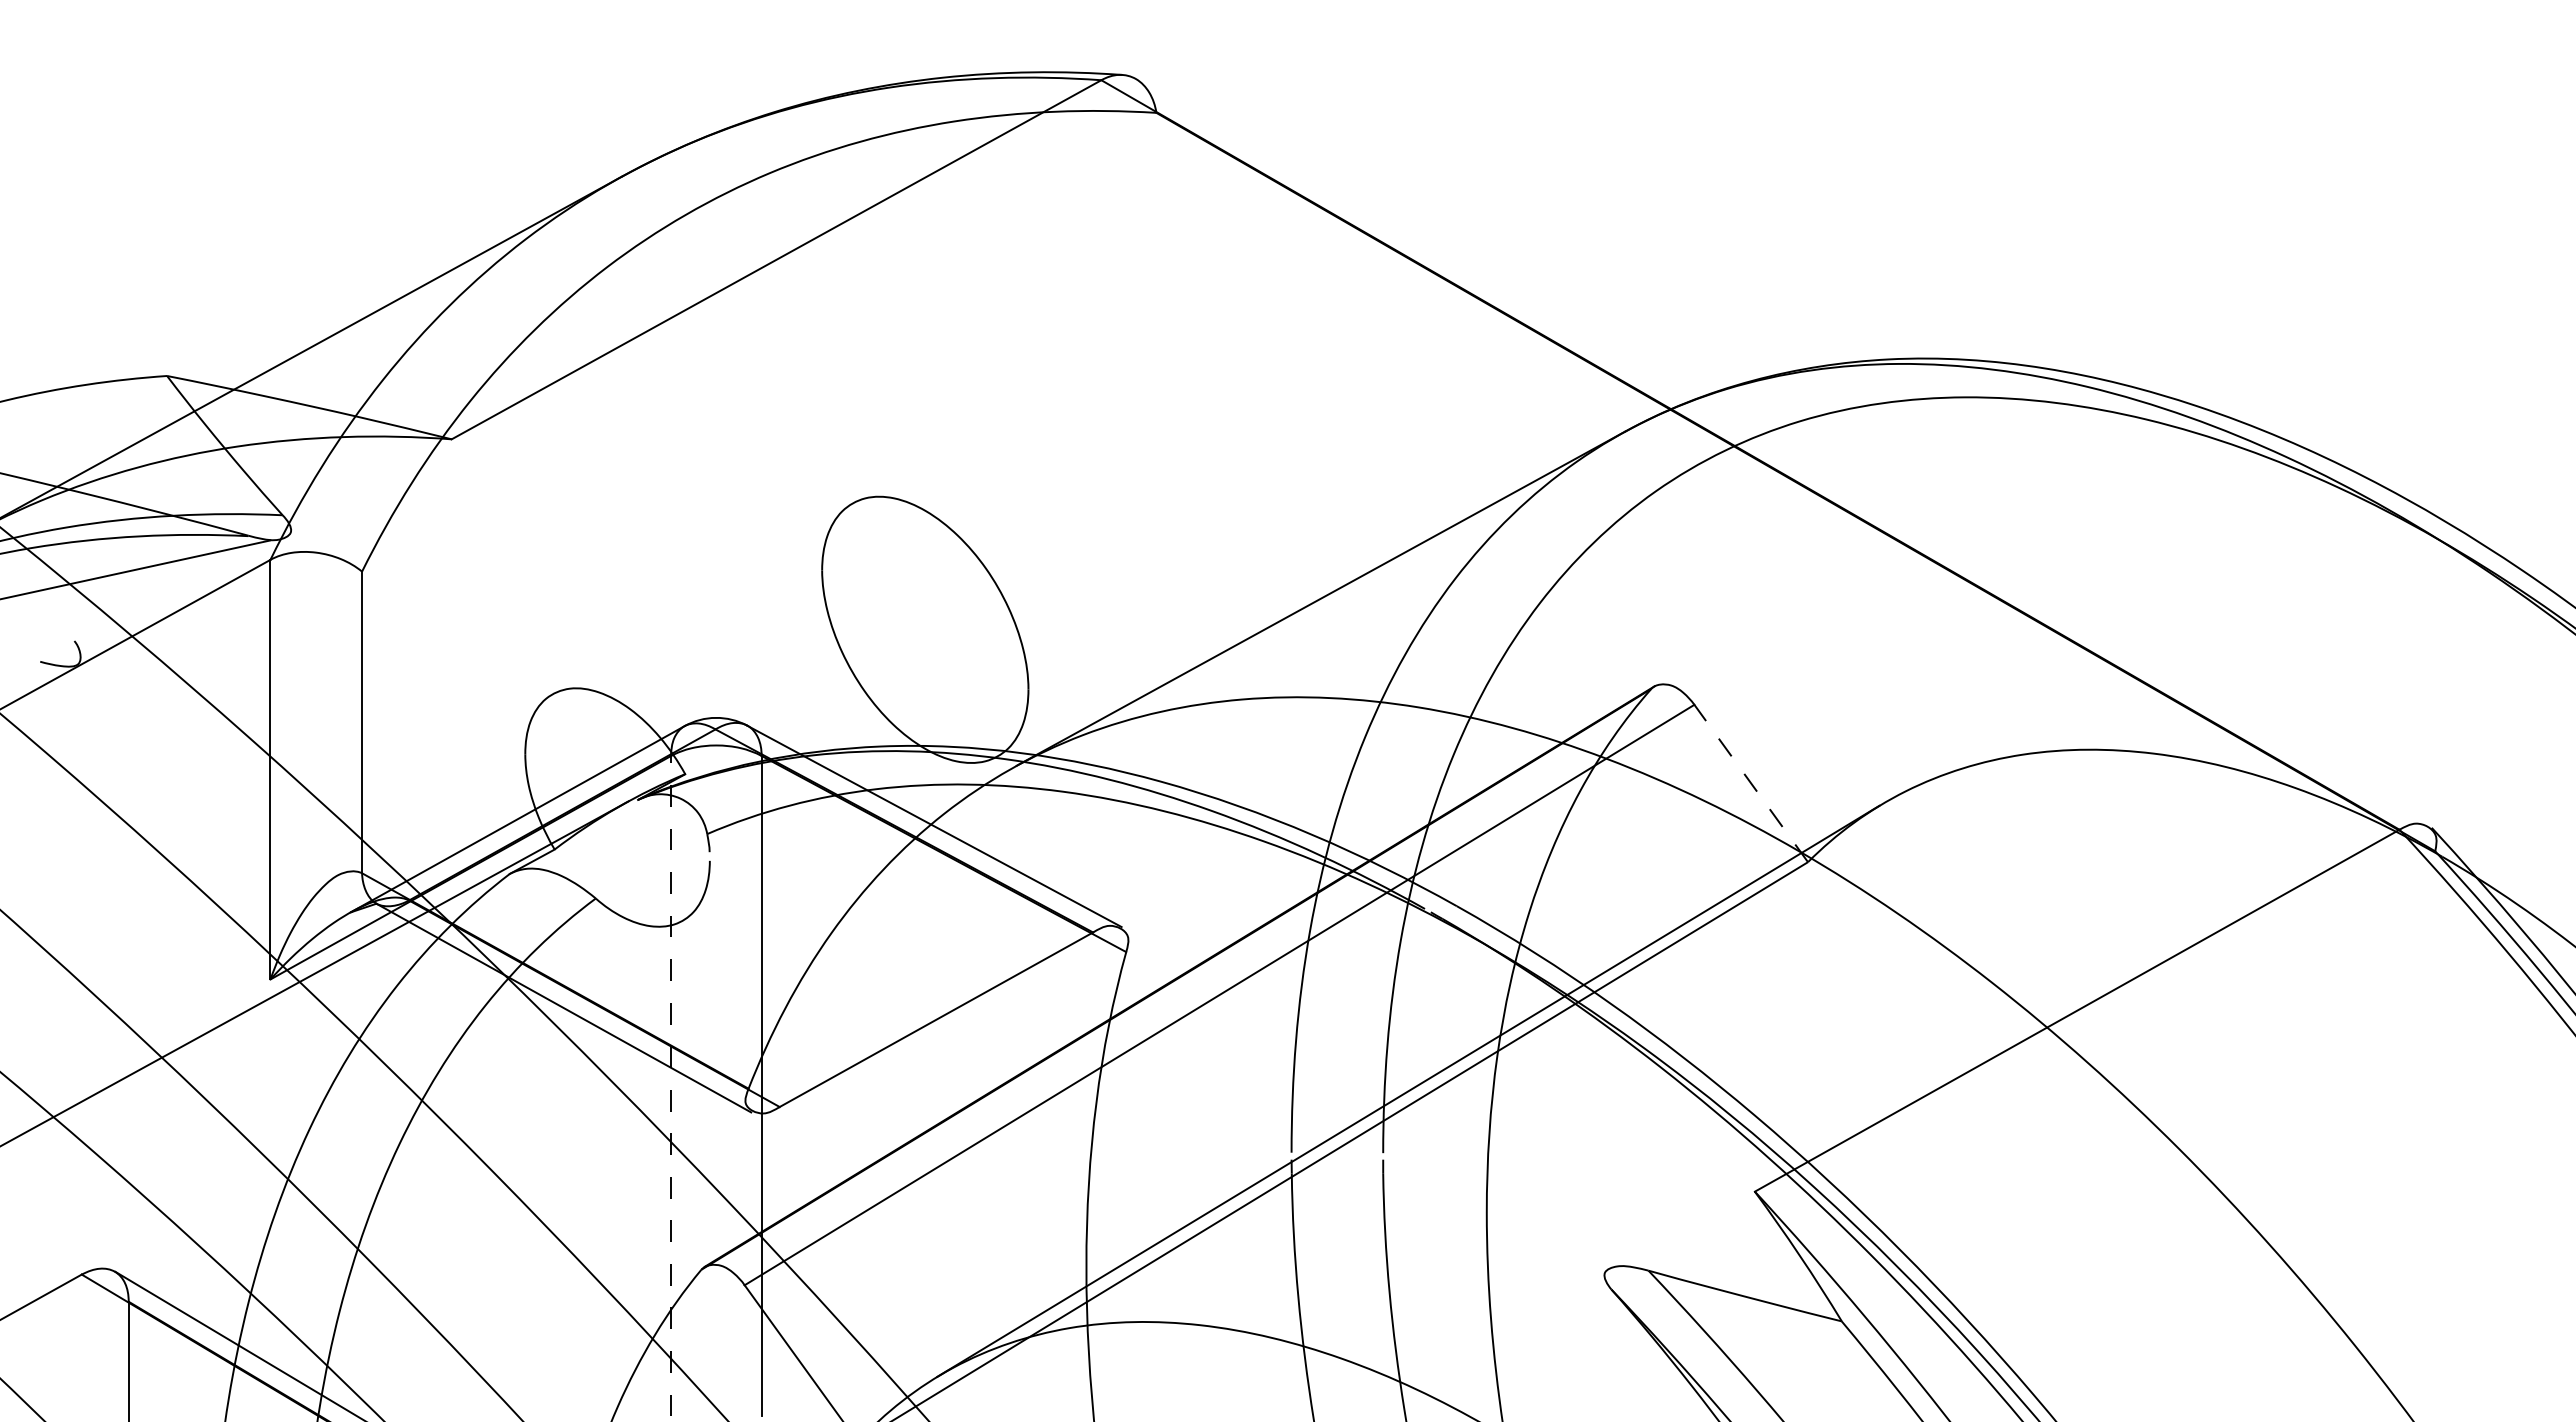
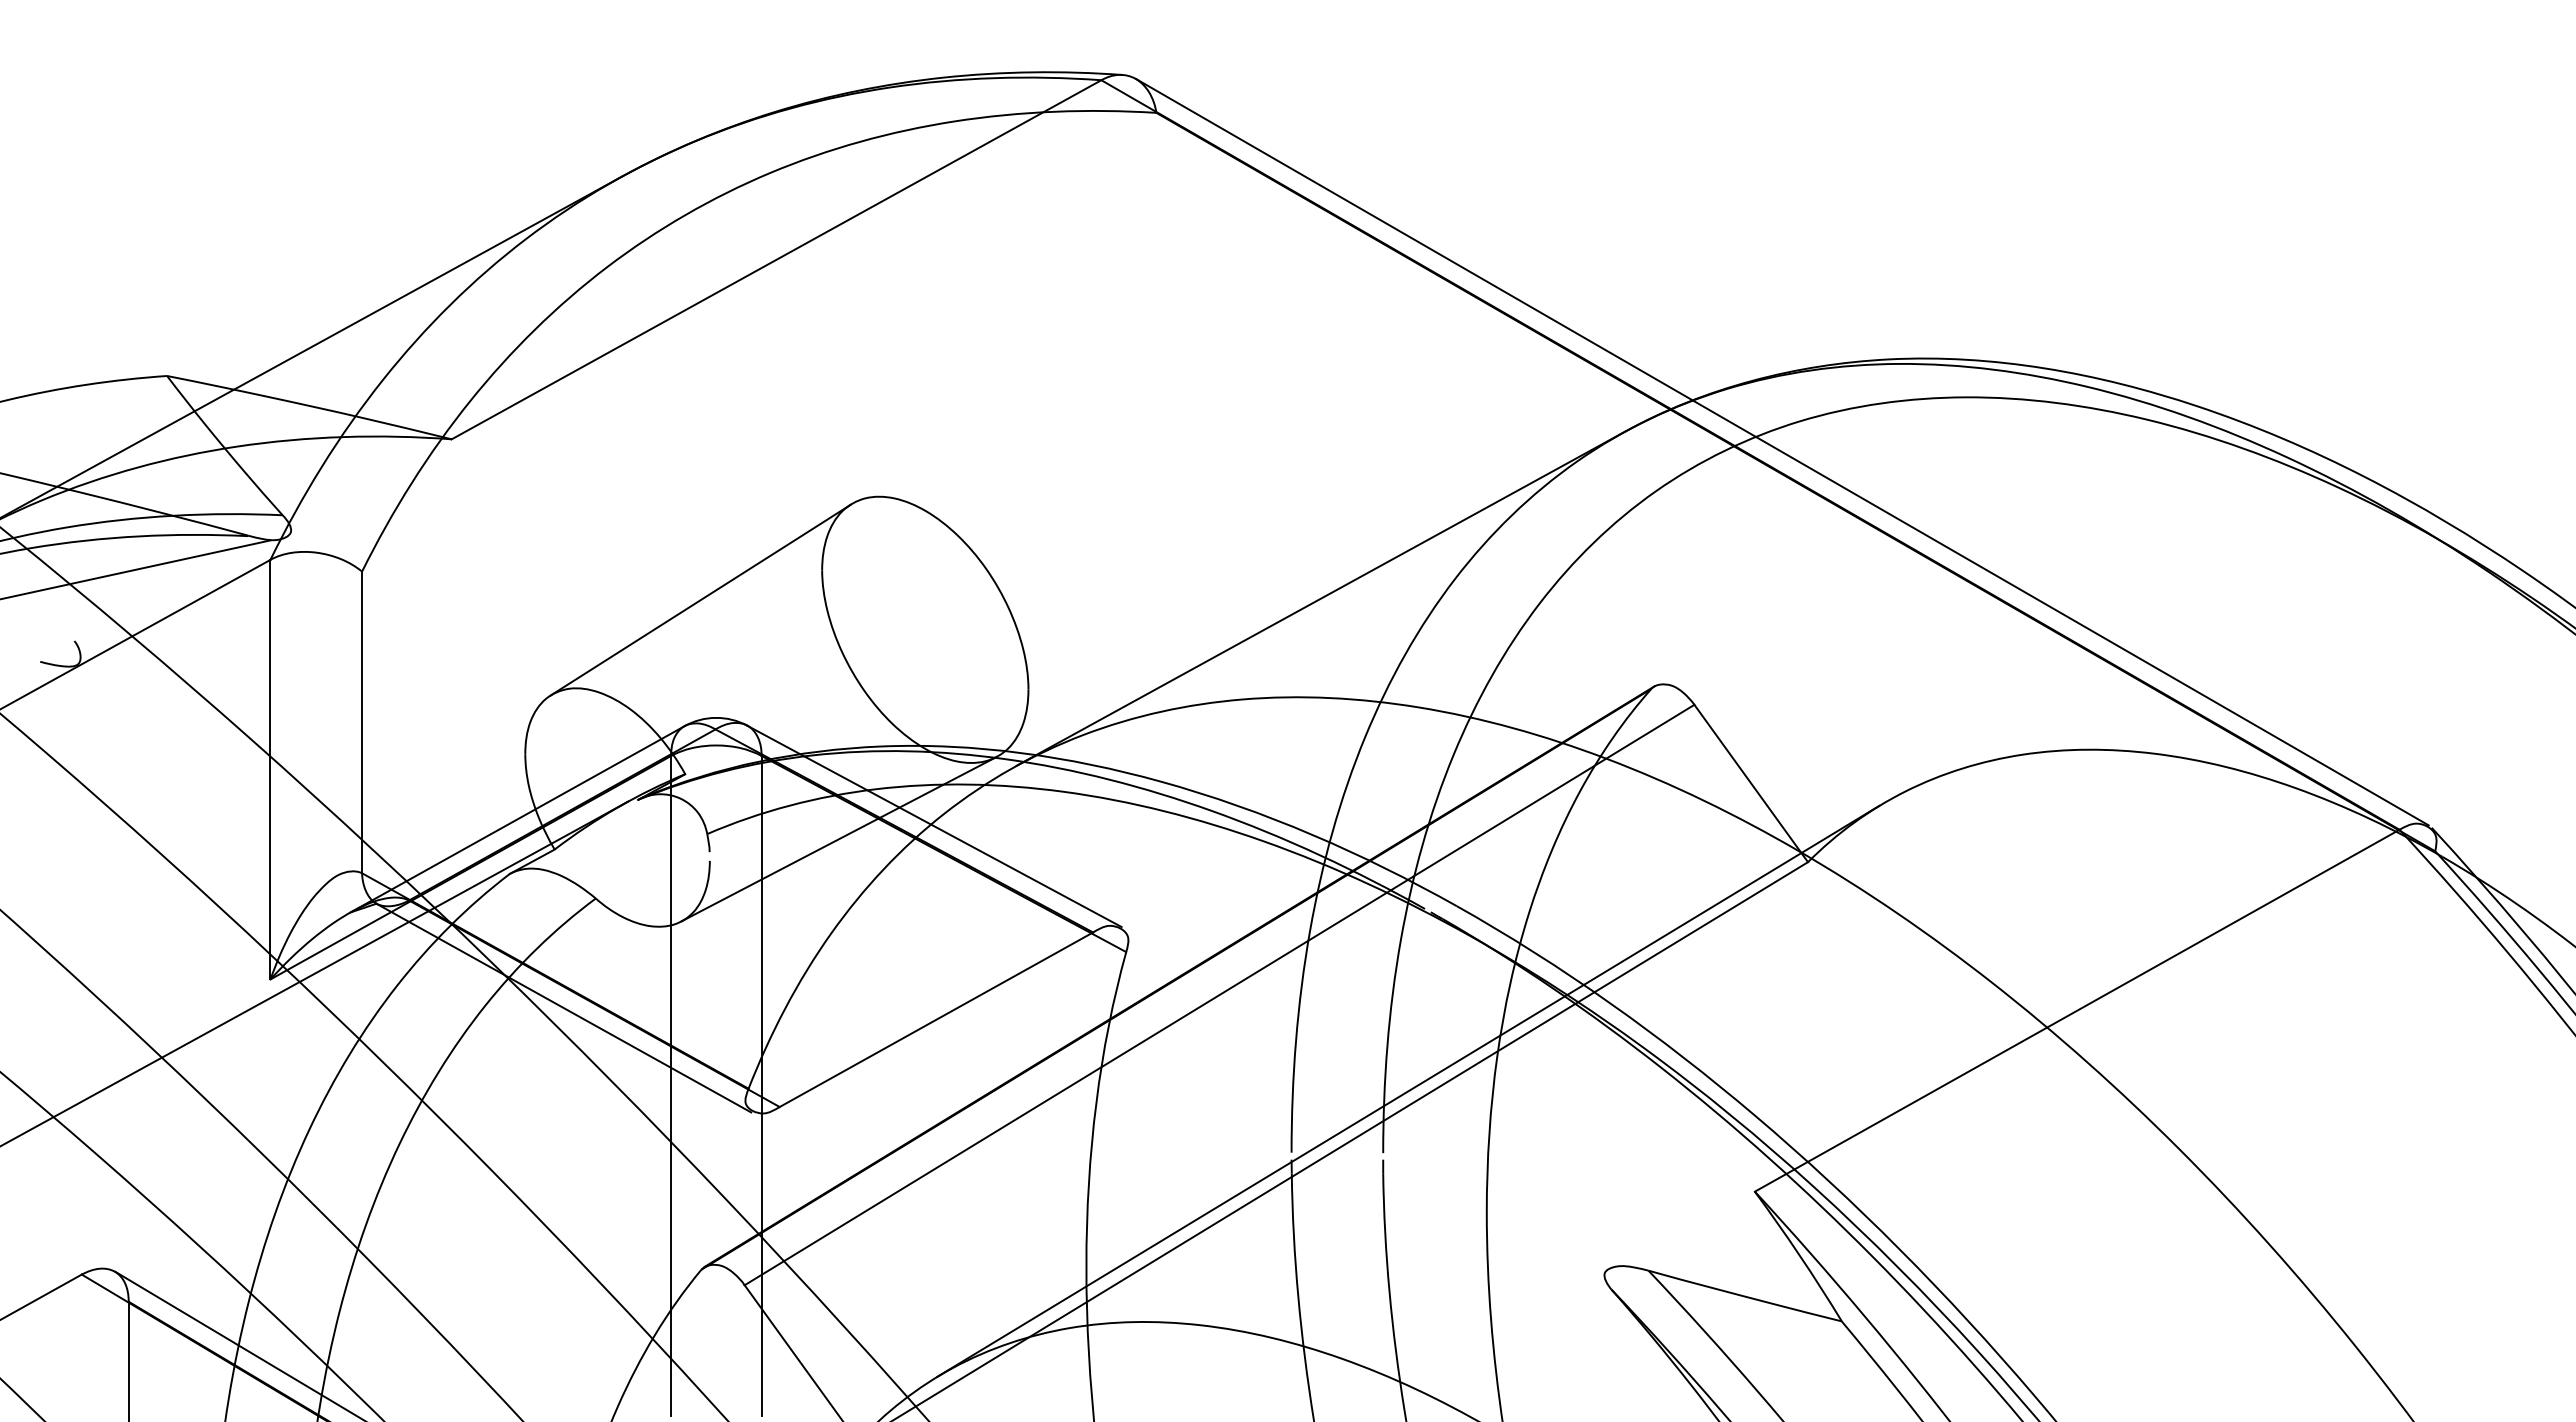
line at (1781, 451): none -> present
line at (700, 599): none -> present
line at (1750, 783): dashed -> solid
line at (838, 839): none -> present
line at (671, 1085): dashed -> solid
